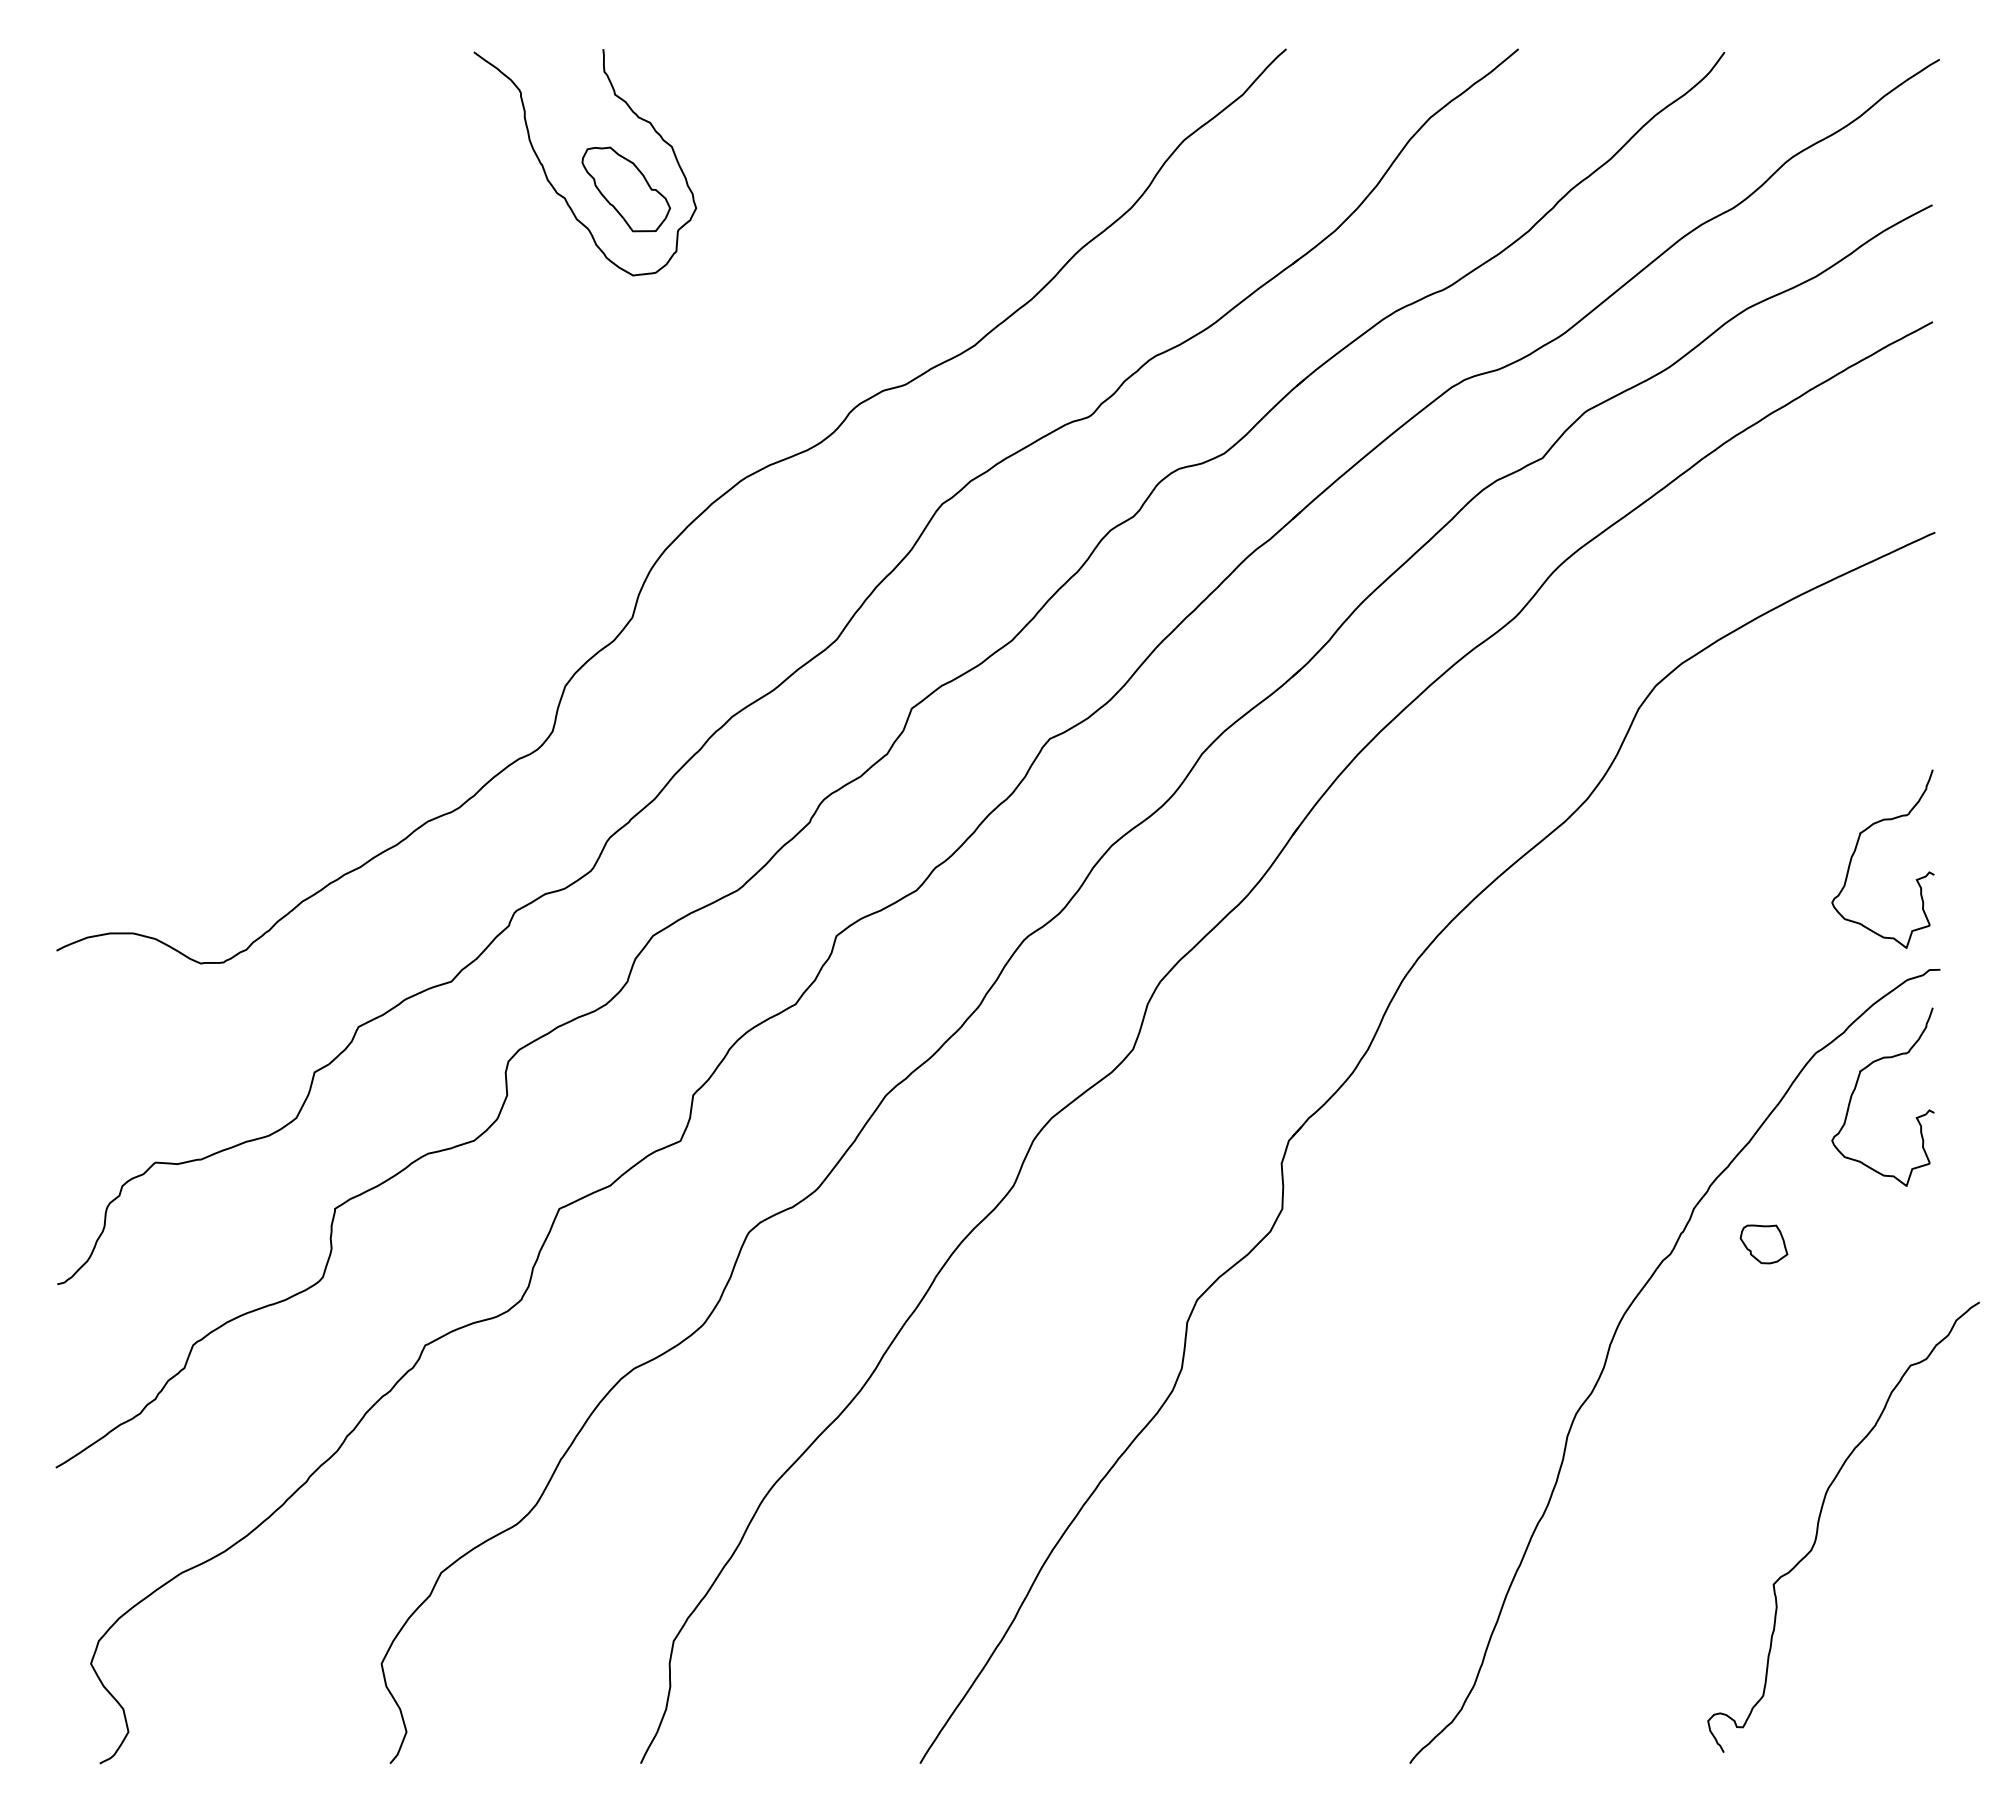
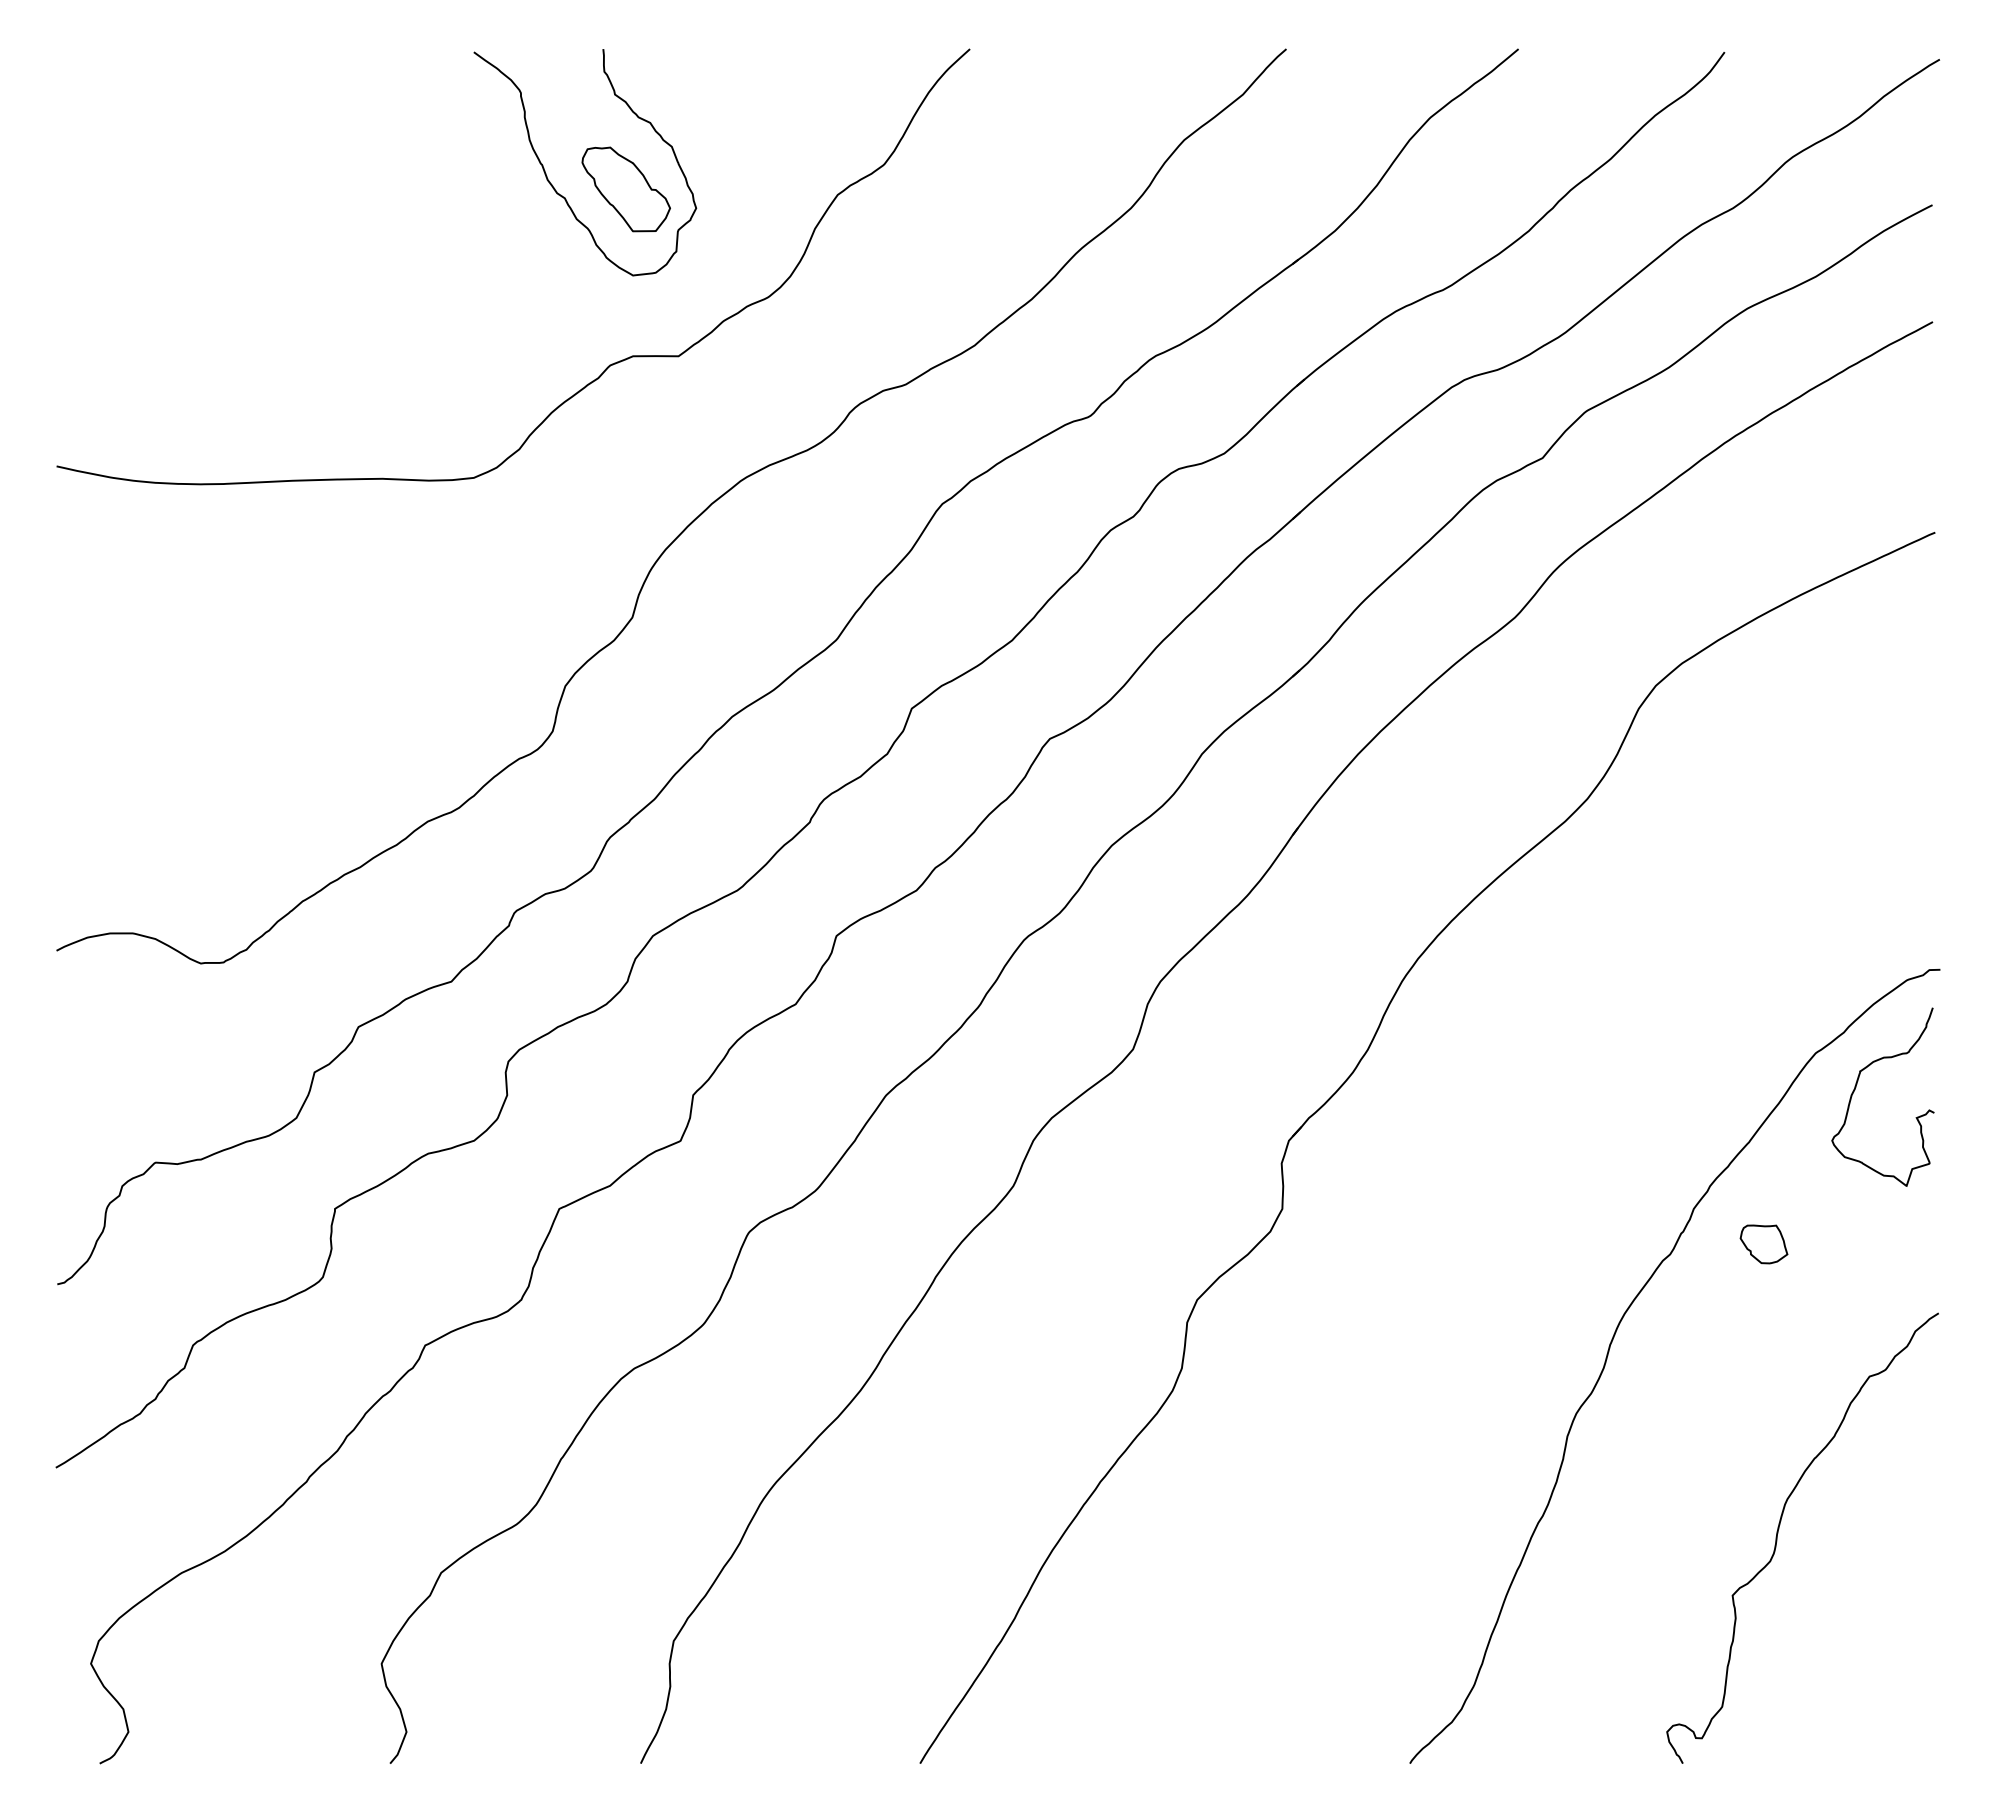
curve at (609, 364): none -> present
curve at (1856, 849): present -> none
curve at (1819, 1522) position: (1819, 1522) -> (1778, 1533)
